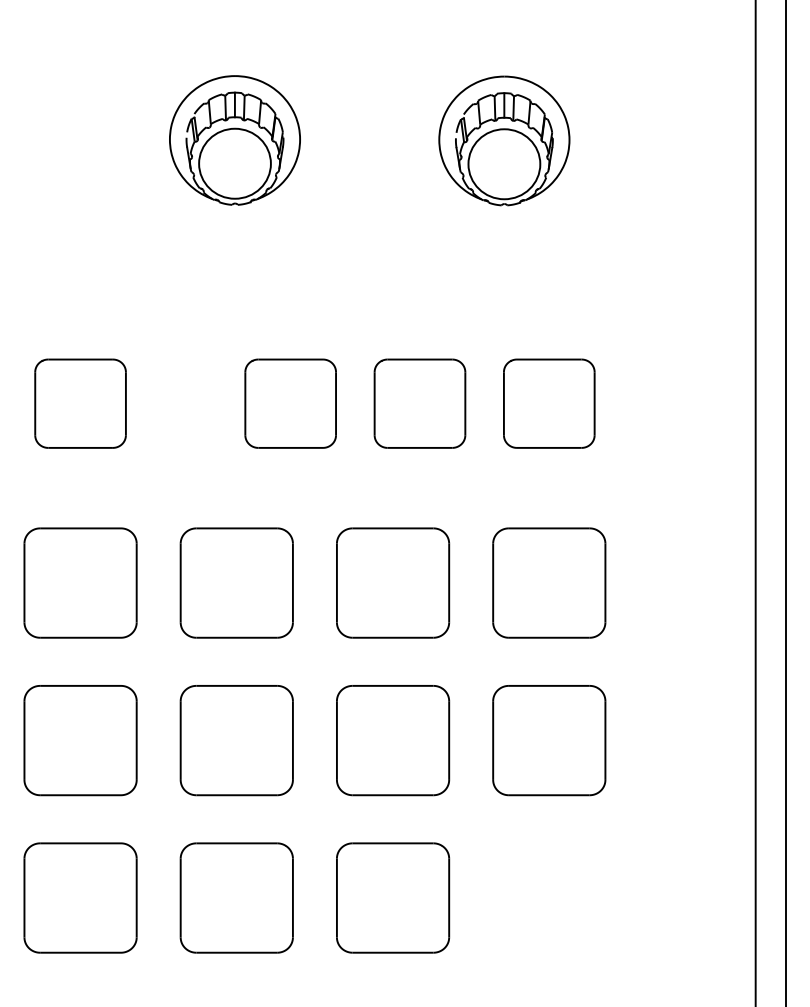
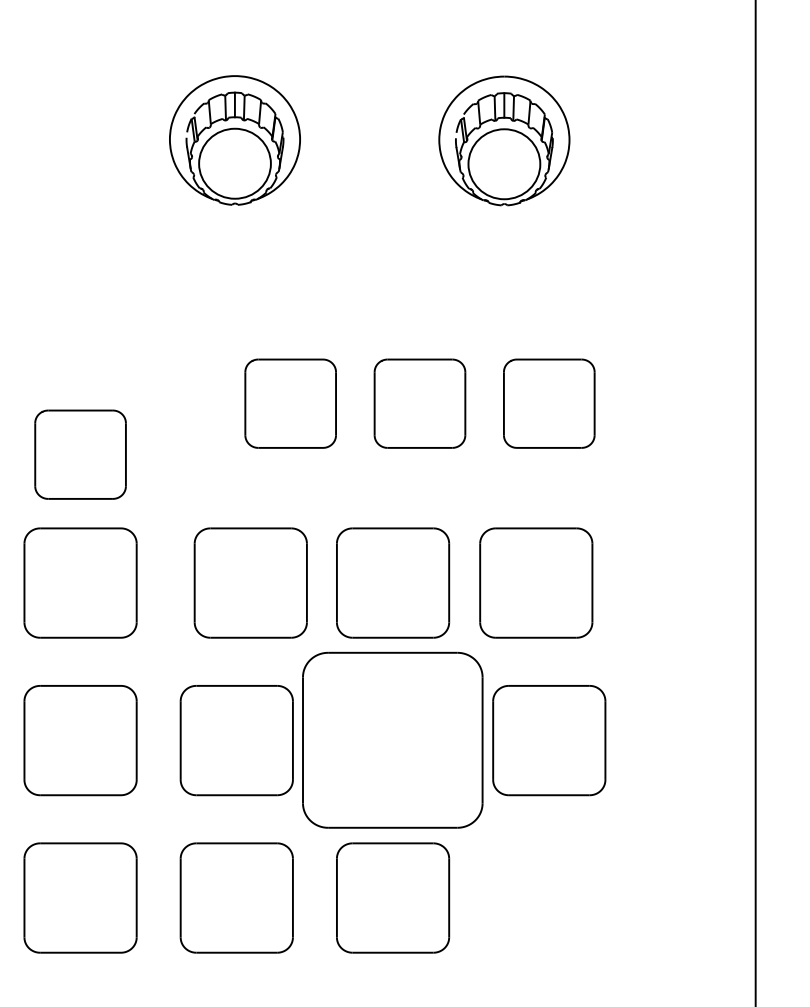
part at (80, 403) position: (80, 403) -> (80, 454)
line at (785, 502): present -> none
part at (236, 582) position: (236, 582) -> (250, 582)
part at (549, 582) position: (549, 582) -> (536, 582)
part at (393, 740) size: 115x112 px -> 182x178 px
